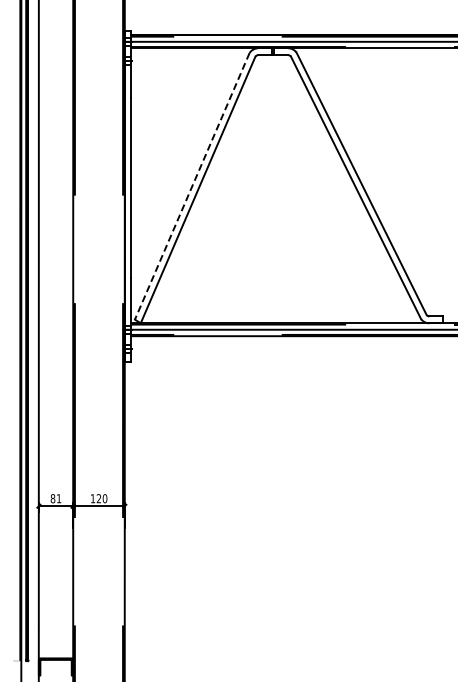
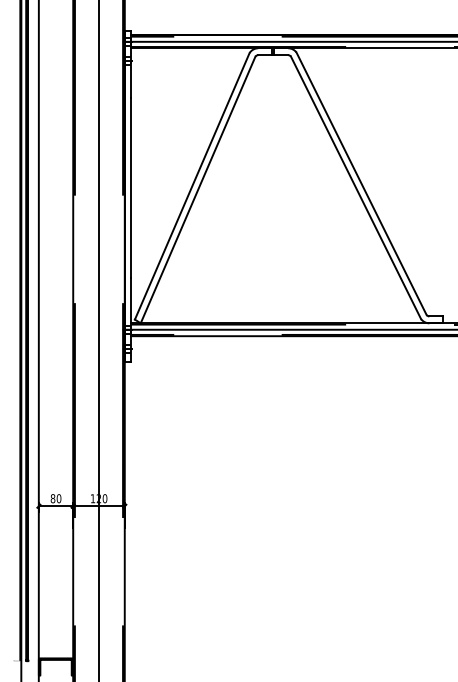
line at (192, 186): dashed -> solid
line at (99, 340): none -> present
text at (58, 498): 81 -> 80
